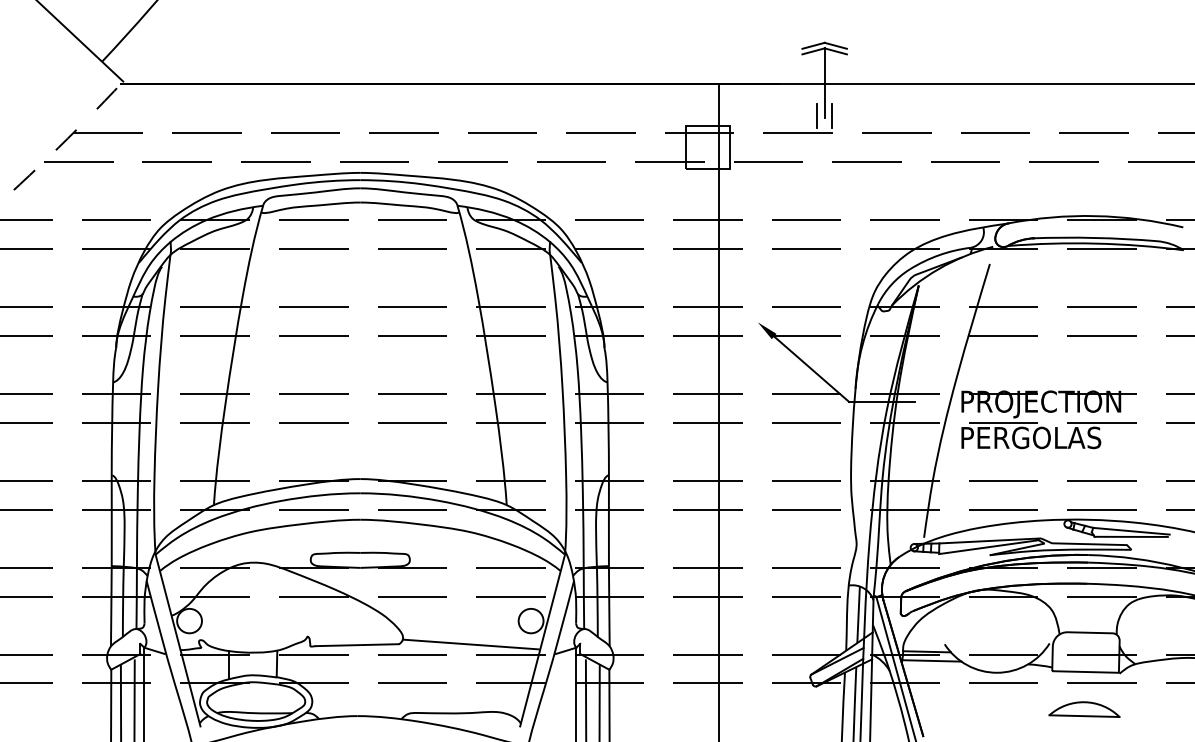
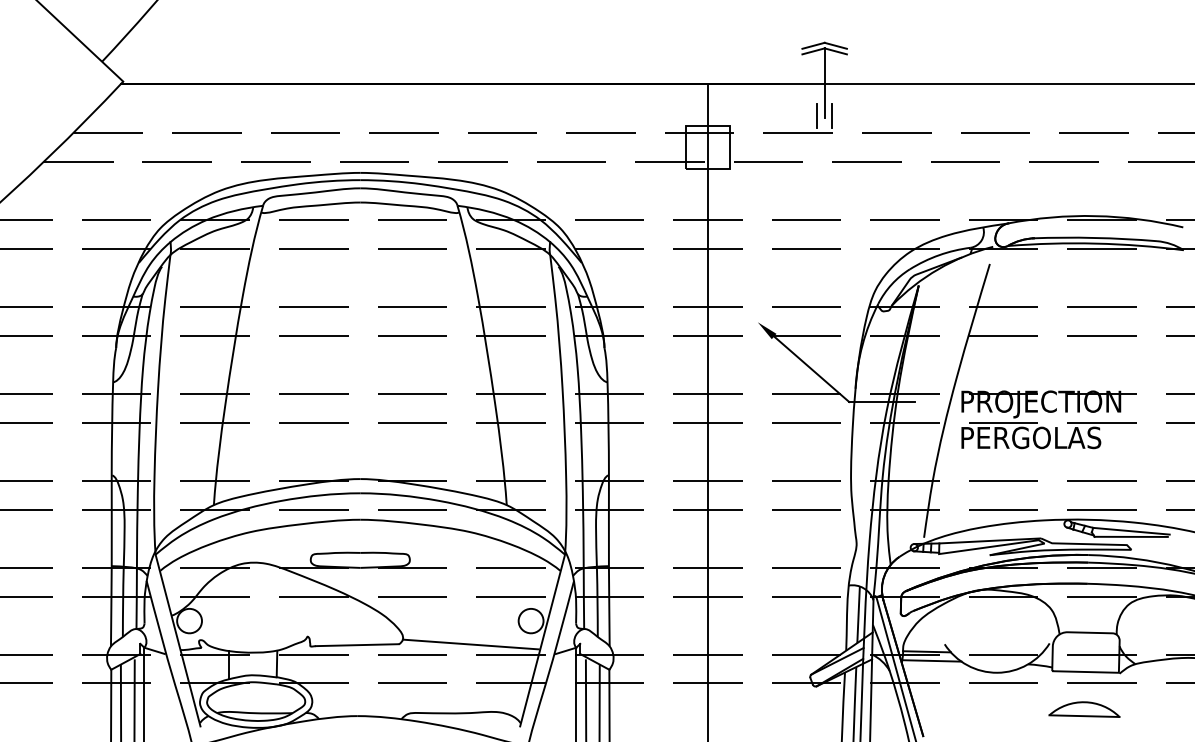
arc at (62, 143): dashed -> solid
line at (718, 410) position: (718, 410) -> (707, 410)
